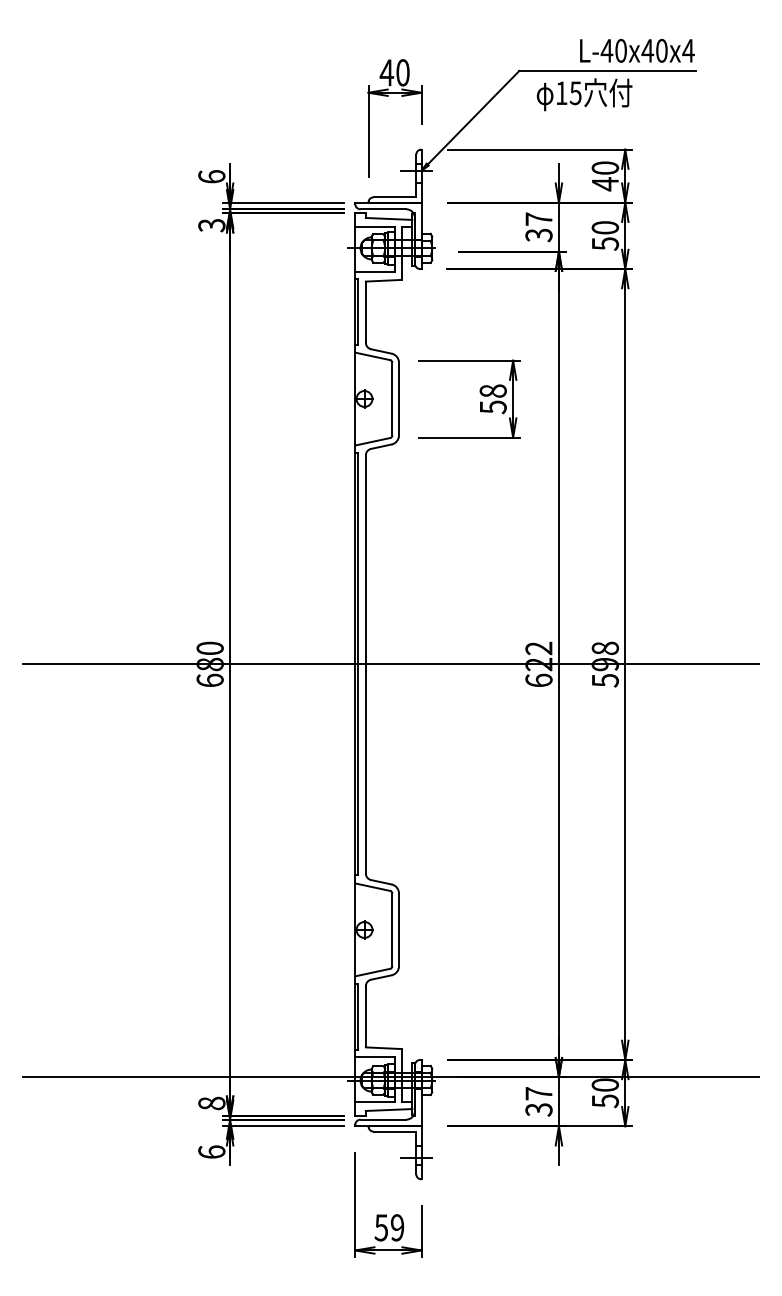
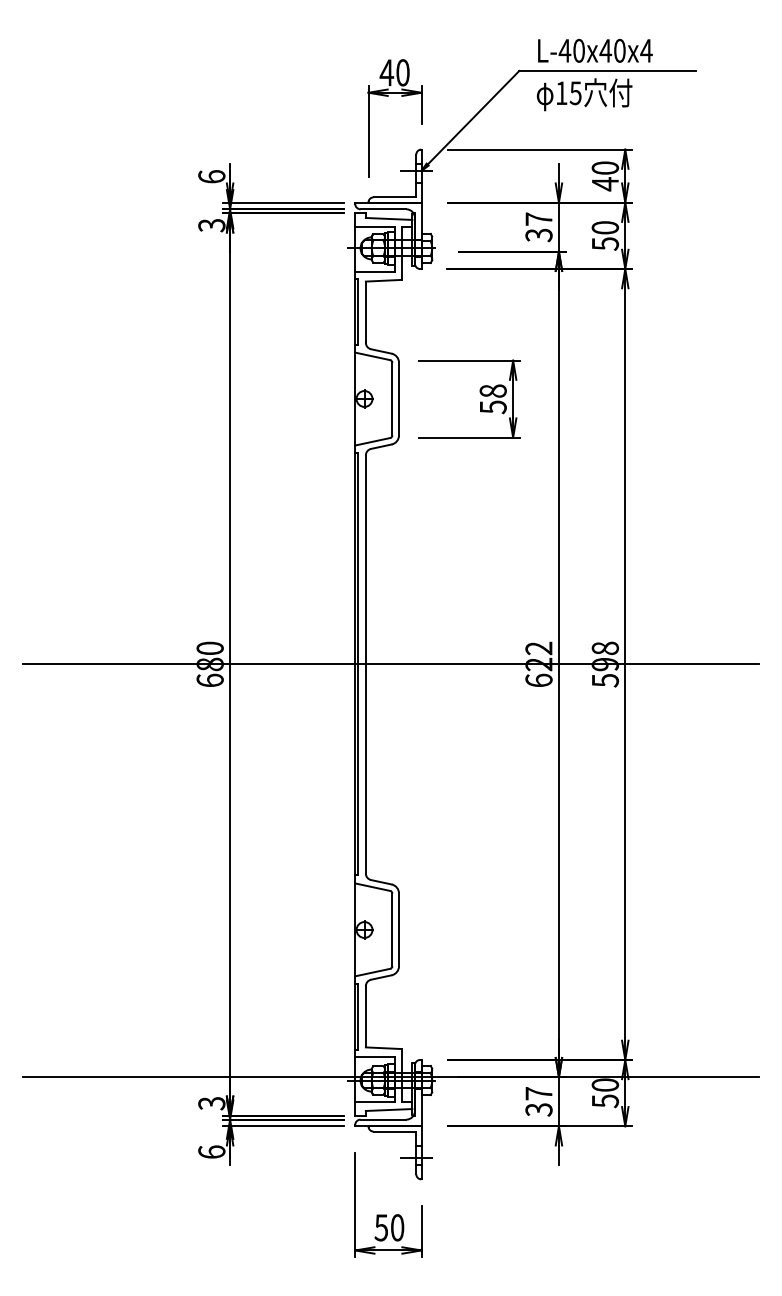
text at (637, 50) position: (637, 50) -> (595, 50)
text at (211, 1103): 8 -> 3
text at (397, 1227): 59 -> 50
